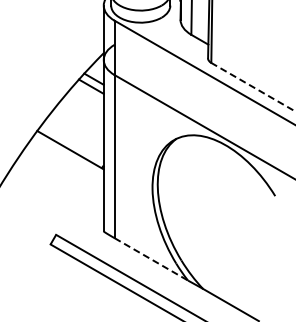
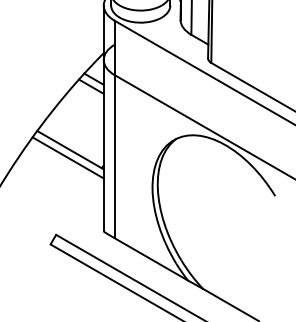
line at (252, 86): dashed -> solid
line at (67, 157): none -> present
line at (151, 259): dashed -> solid
